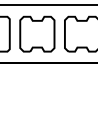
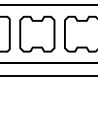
line at (48, 76): none -> present
